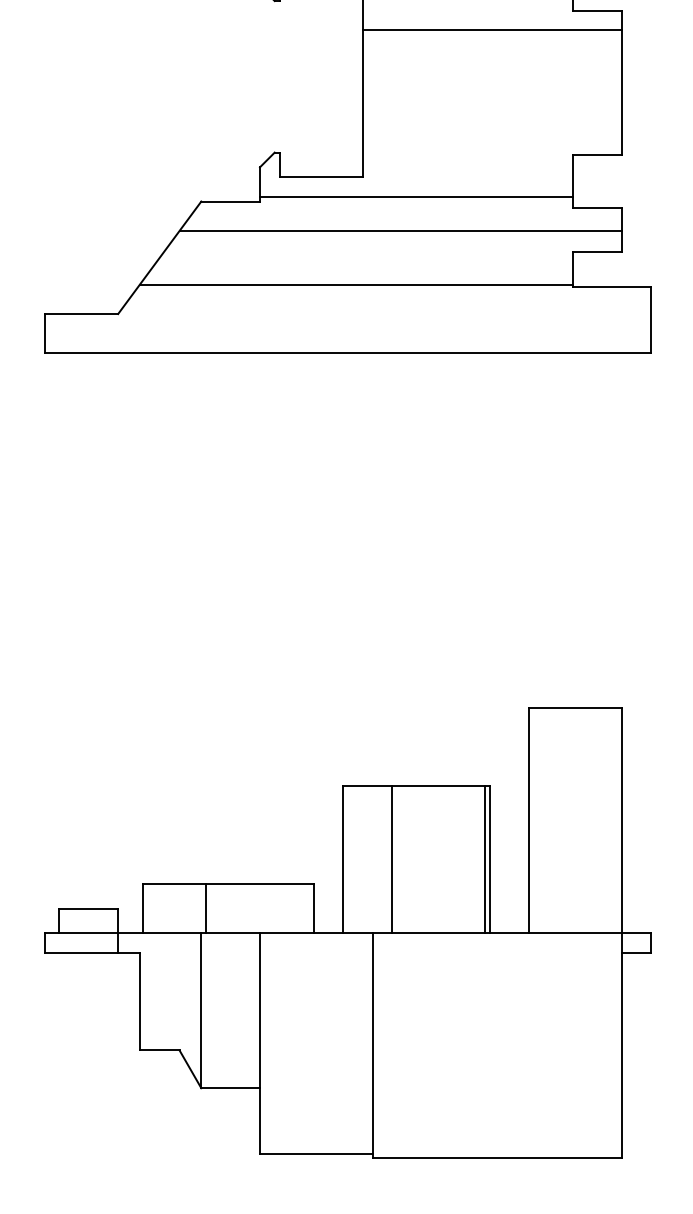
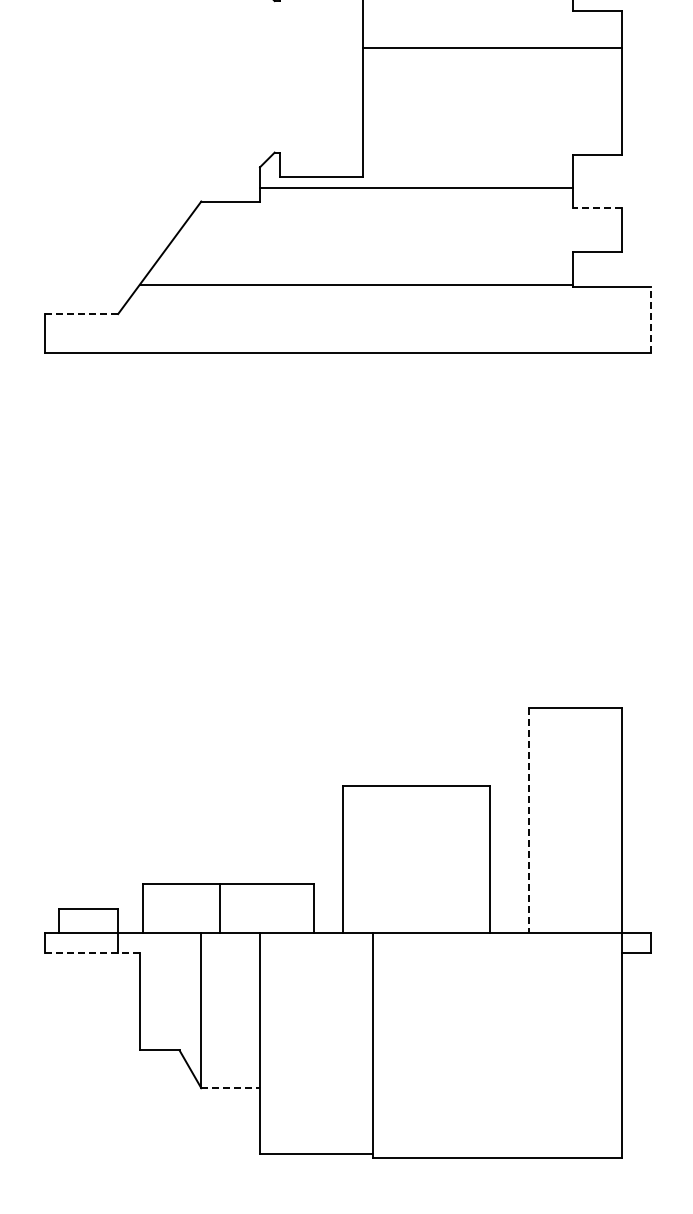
line at (491, 30) position: (491, 30) -> (491, 48)
line at (416, 196) position: (416, 196) -> (416, 187)
line at (596, 208): solid -> dashed
line at (400, 230): present -> none
line at (81, 314): solid -> dashed
line at (651, 319): solid -> dashed
line at (529, 821): solid -> dashed
line at (392, 859): present -> none
line at (484, 859): present -> none
line at (206, 908) position: (206, 908) -> (220, 908)
line at (92, 952): solid -> dashed
line at (231, 1088): solid -> dashed
